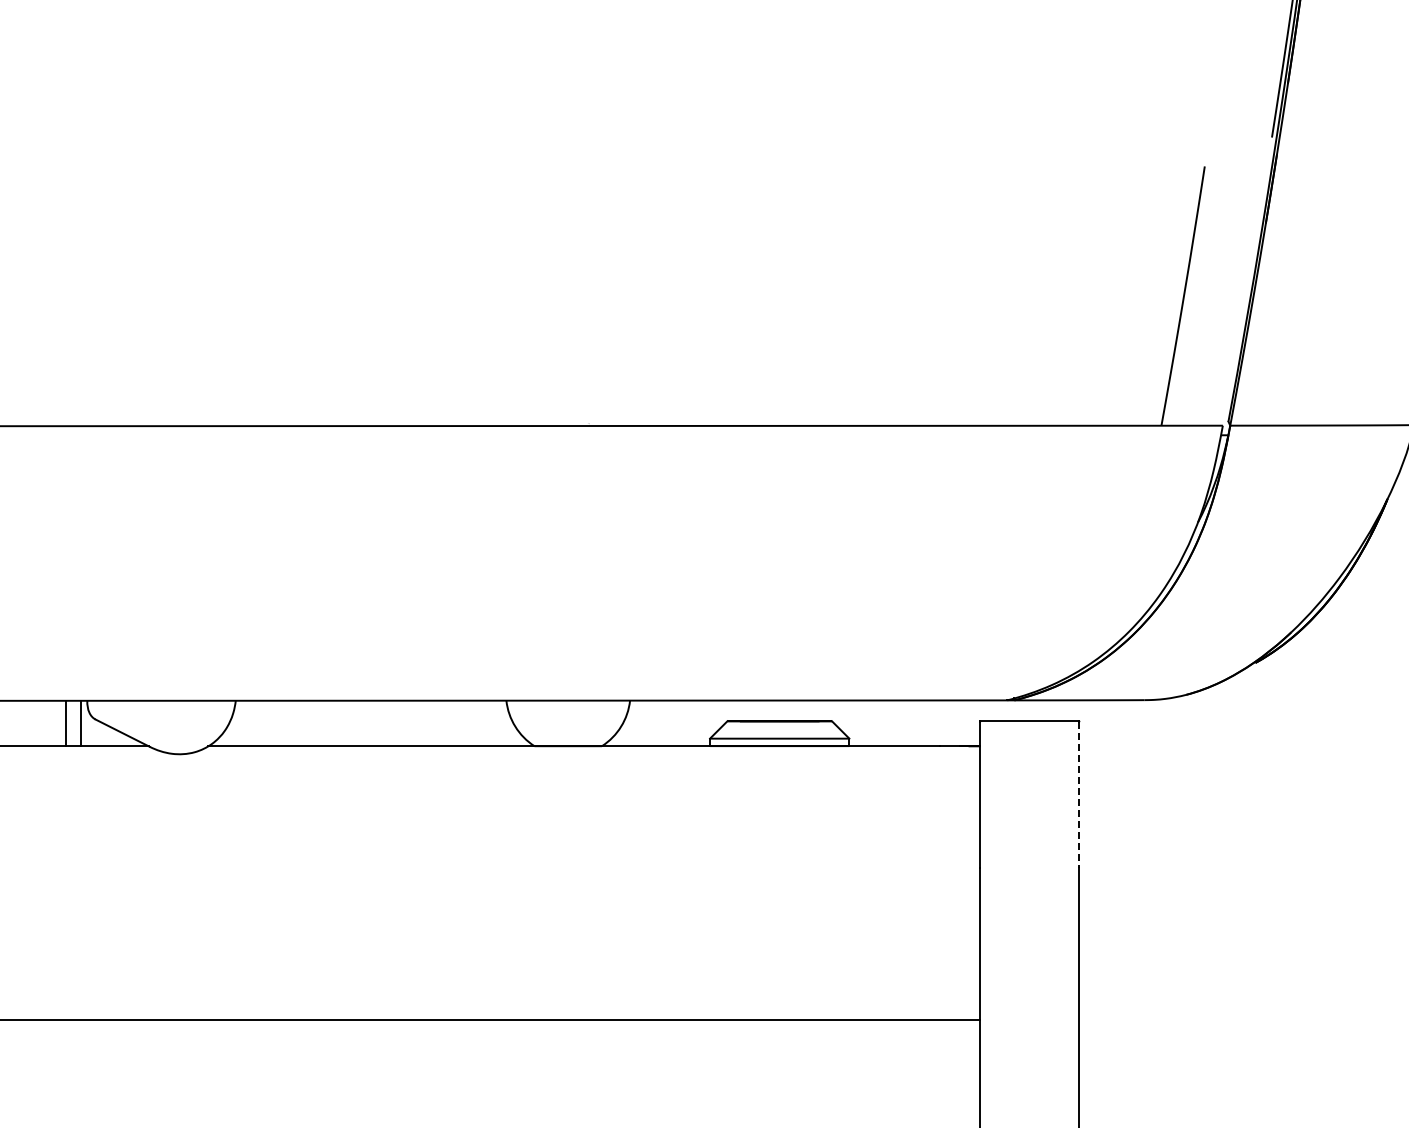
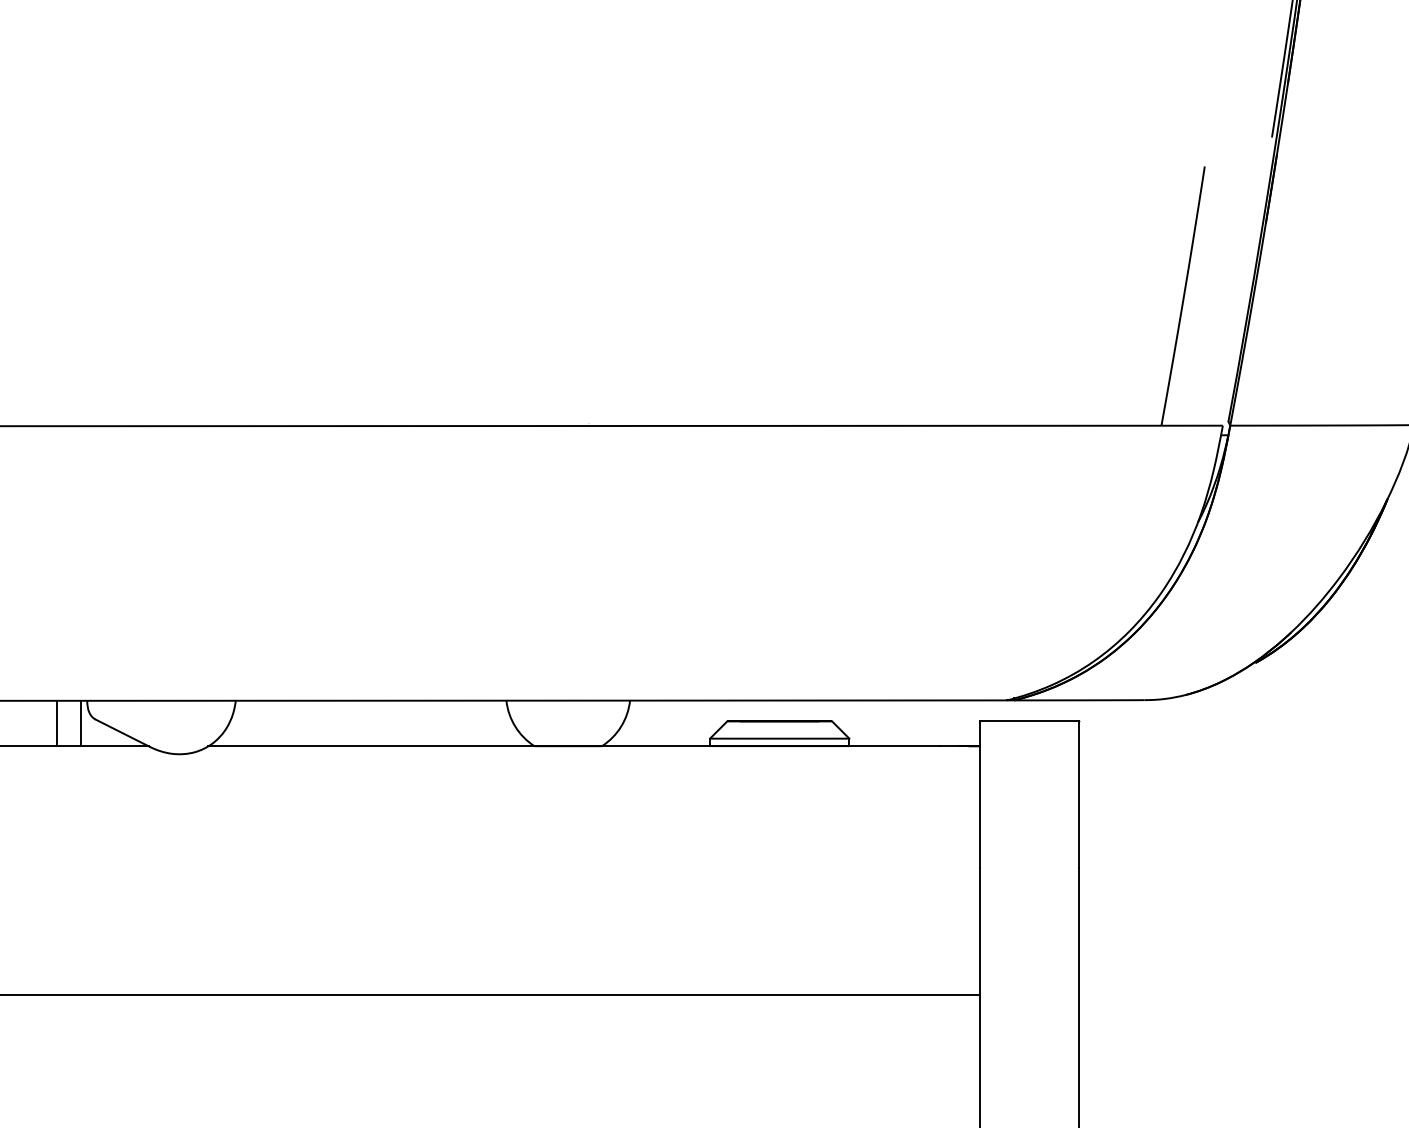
line at (65, 723) position: (65, 723) -> (56, 723)
line at (1079, 795): dashed -> solid
line at (490, 1020) position: (490, 1020) -> (490, 995)
